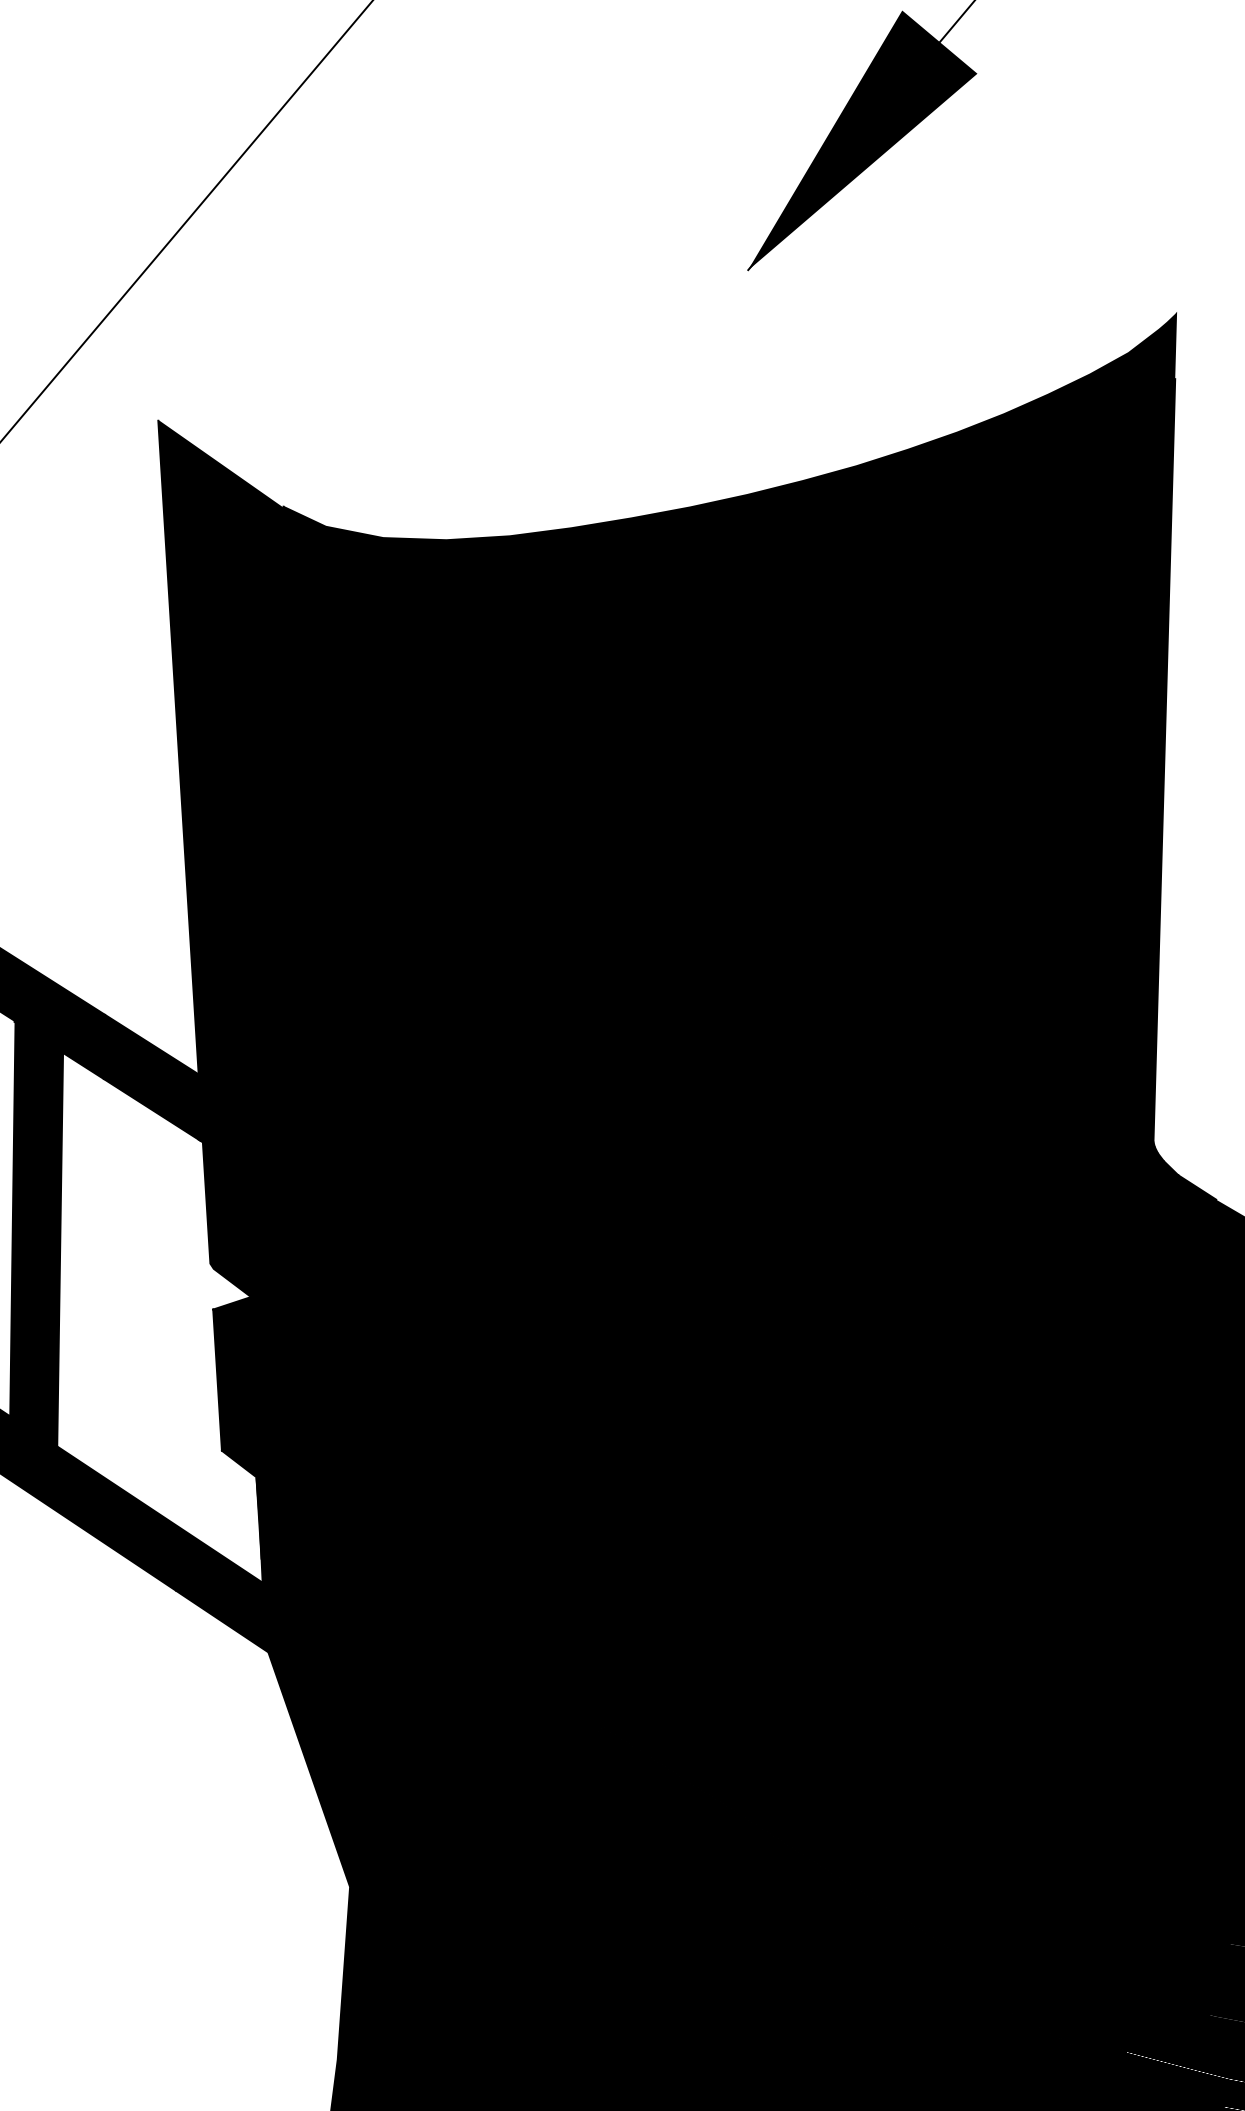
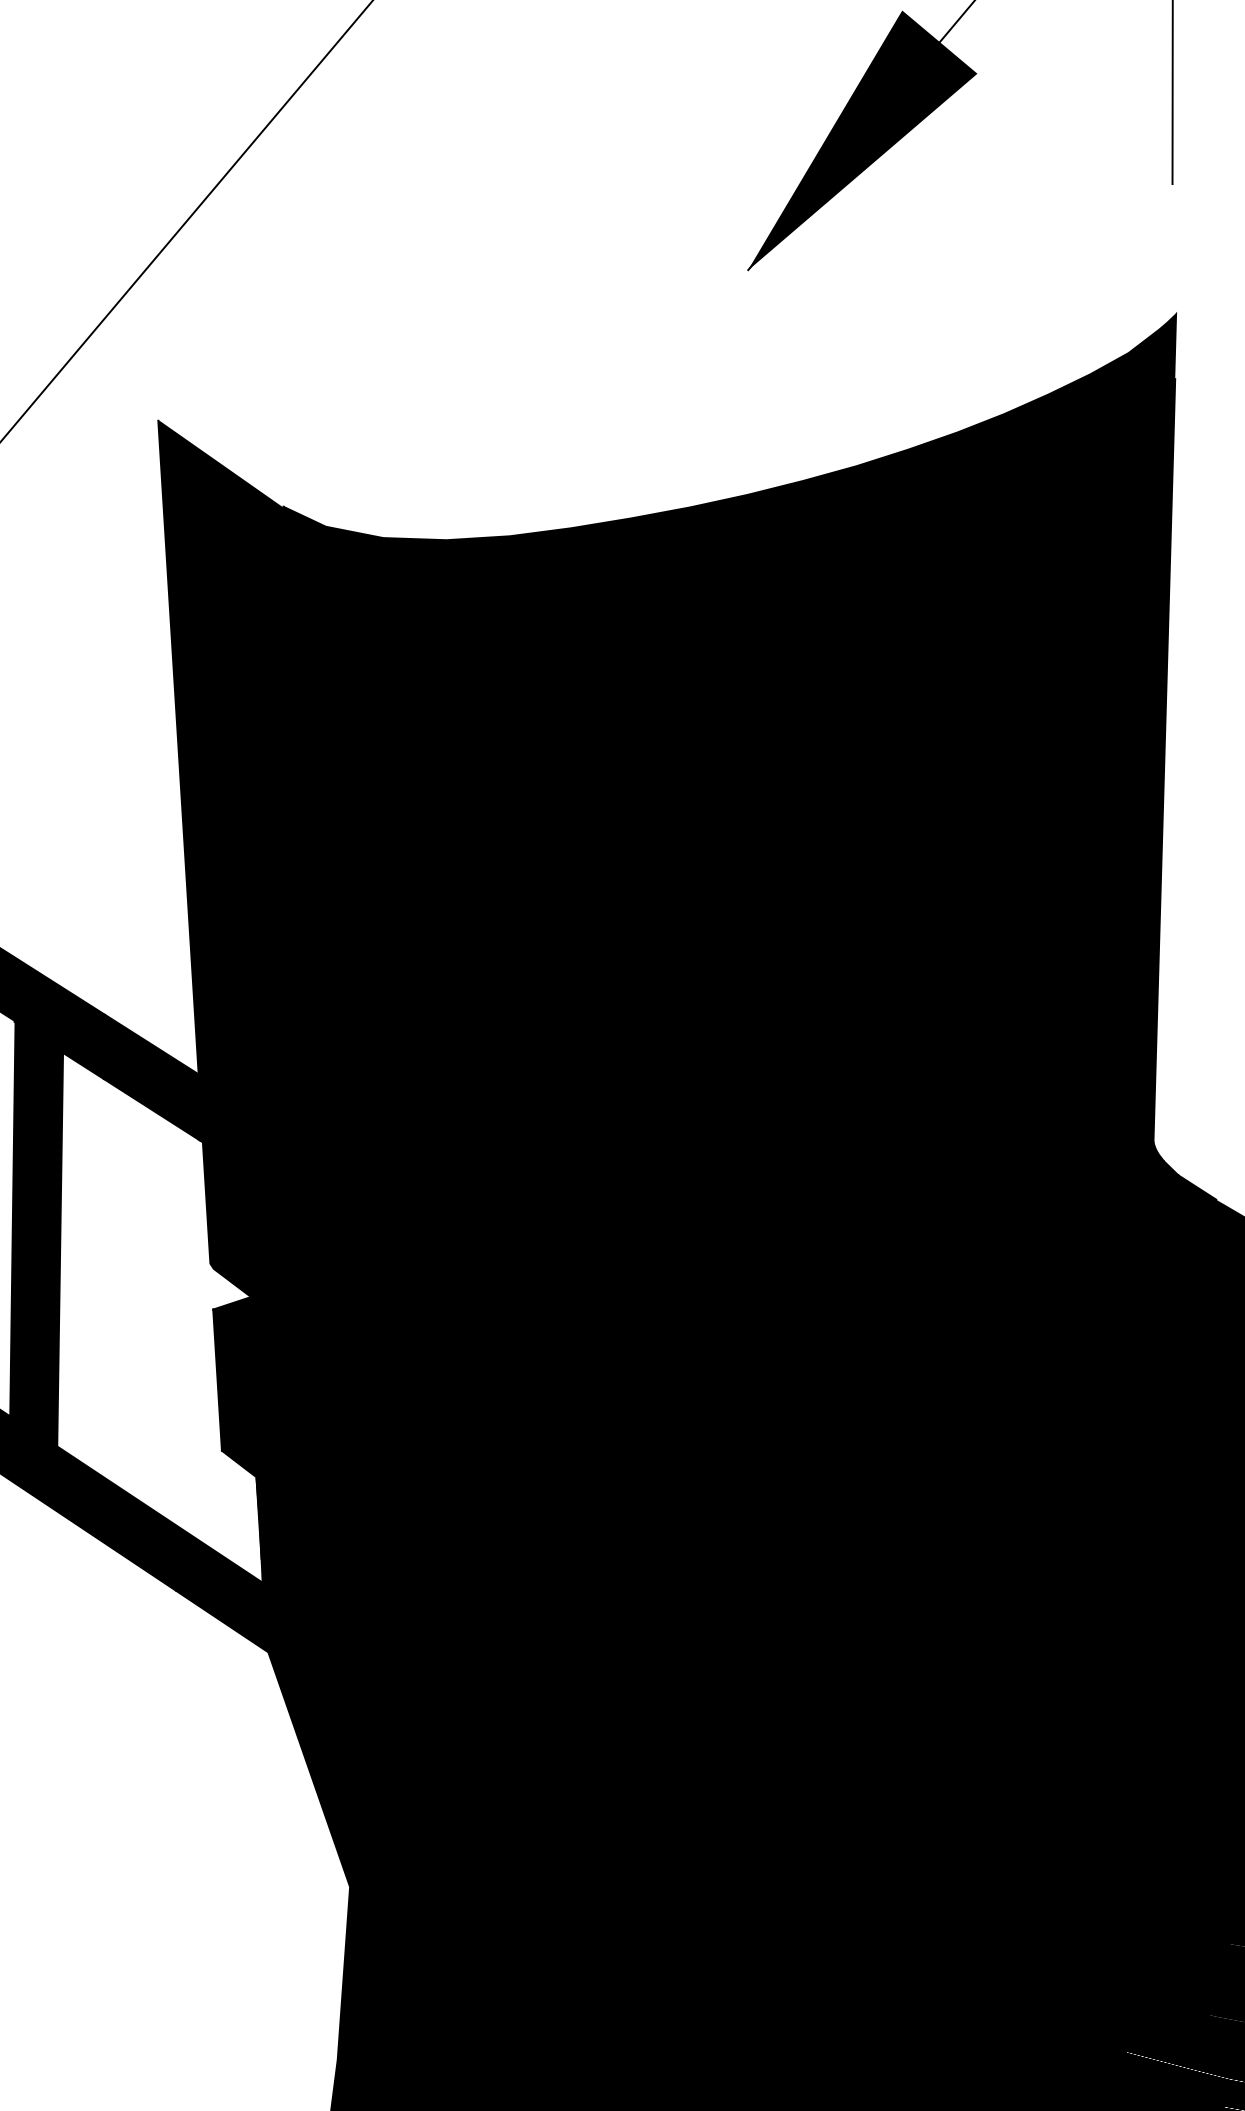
line at (1172, 93): none -> present
